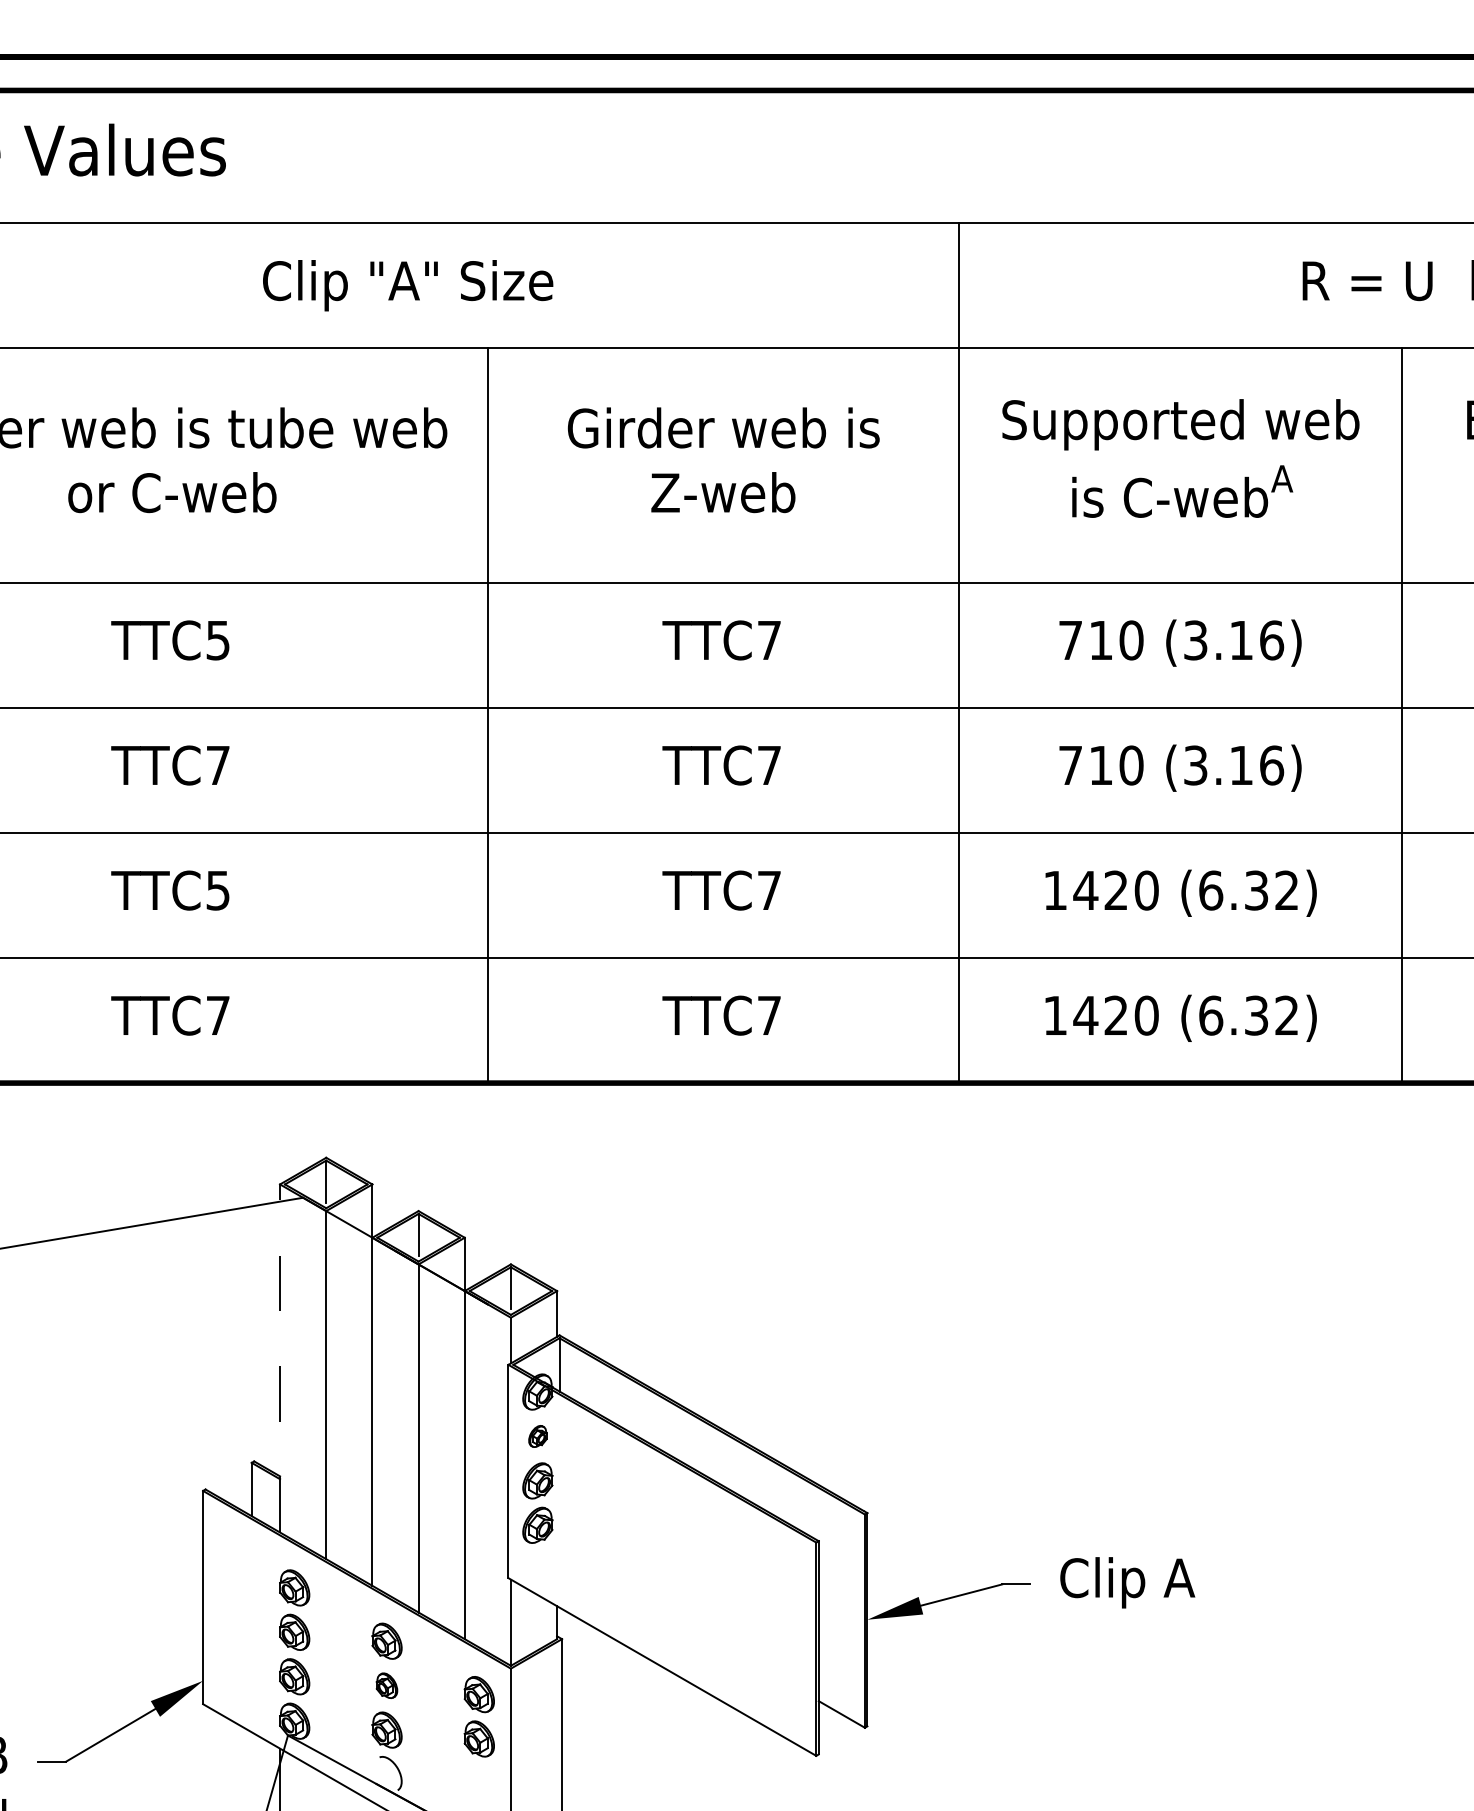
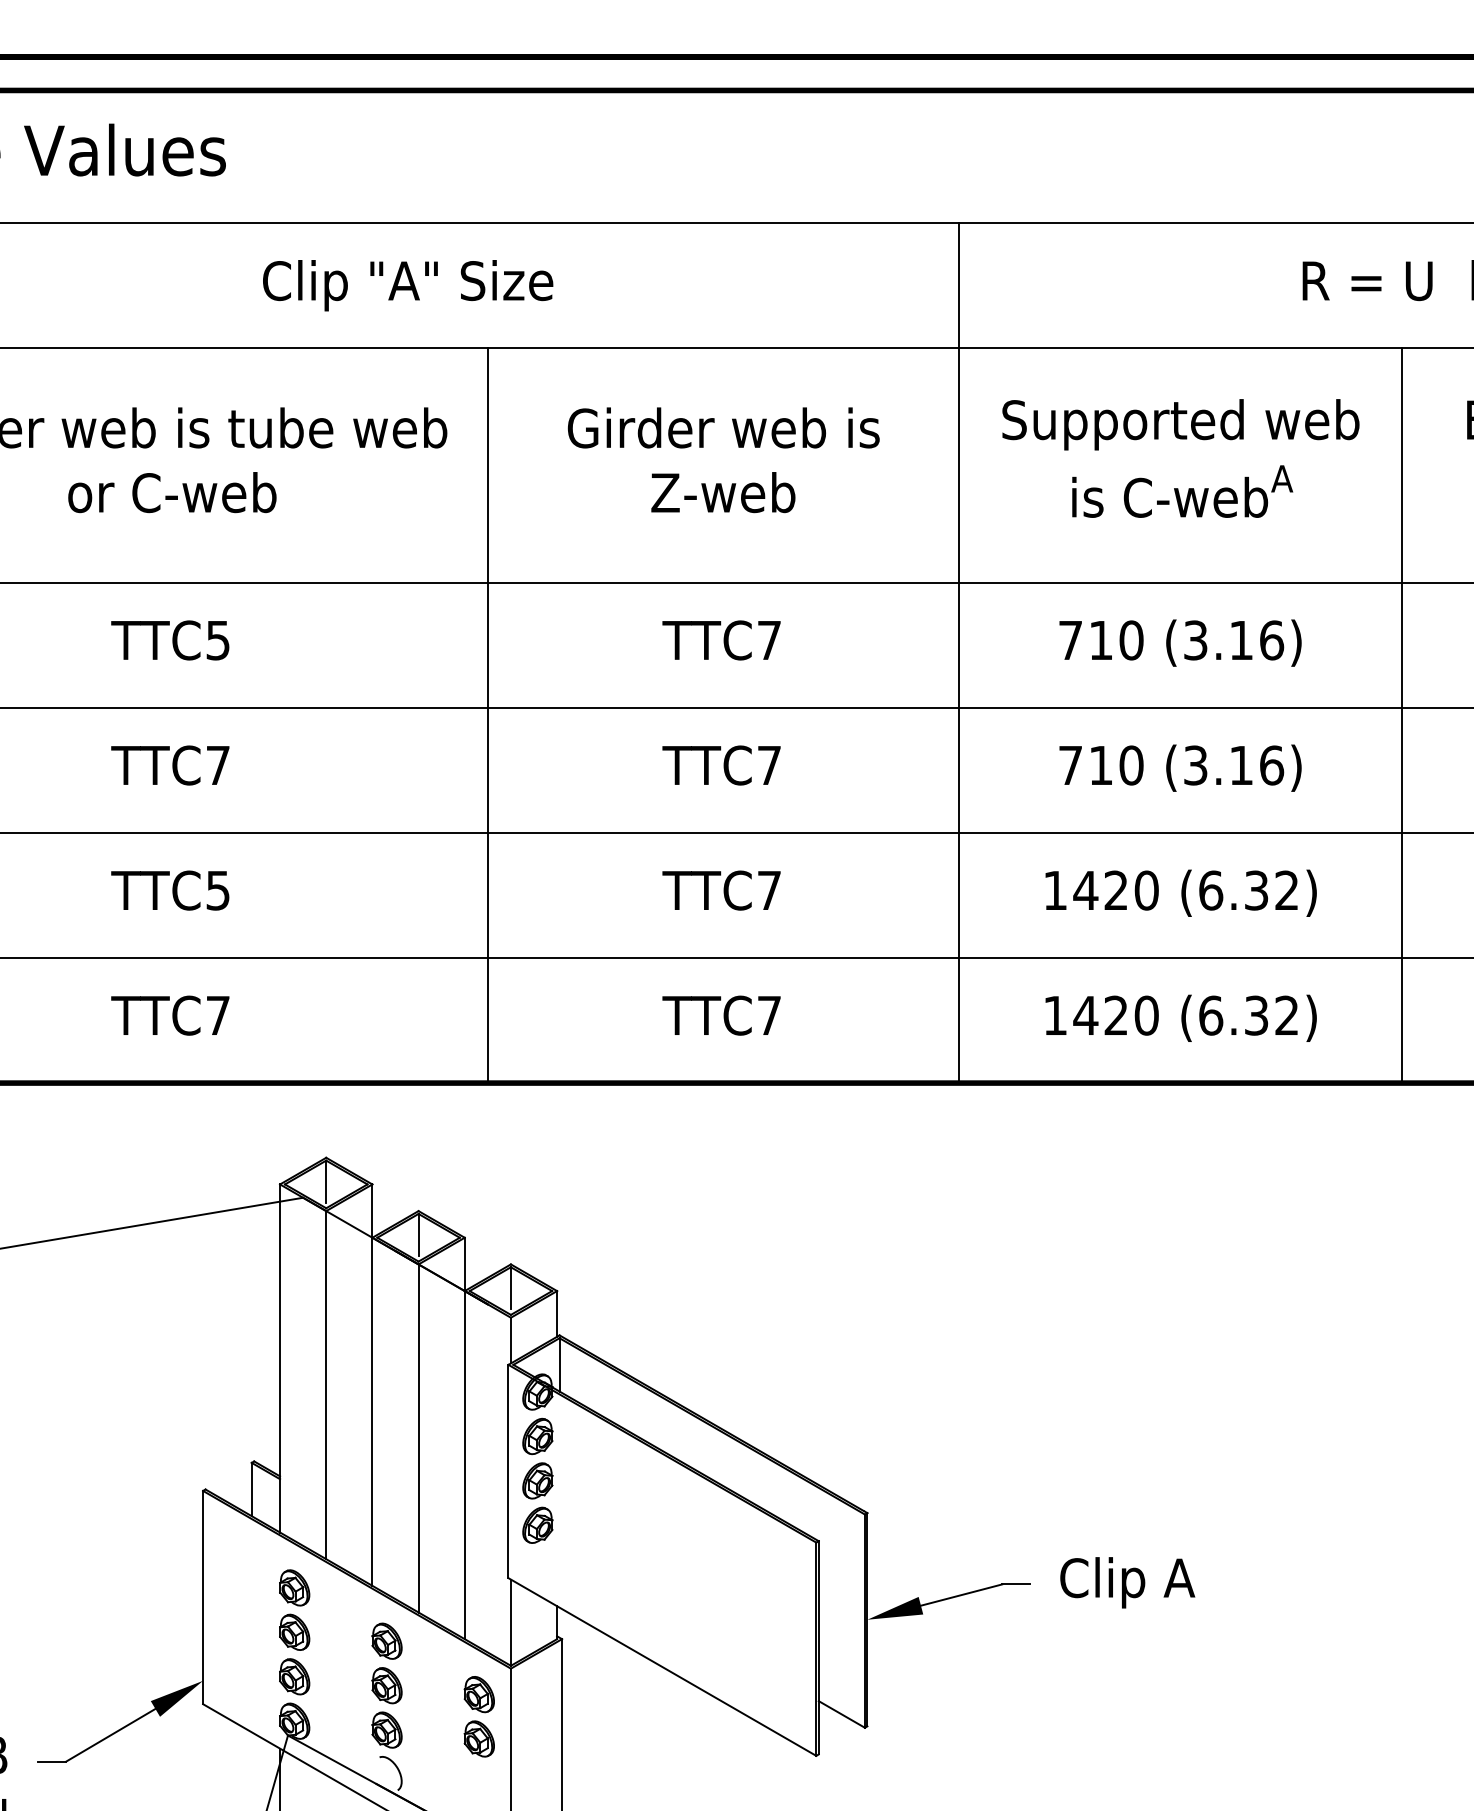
line at (280, 1357): dashed -> solid
part at (537, 1436) size: 20x23 px -> 32x39 px
part at (386, 1685) size: 24x27 px -> 32x38 px
